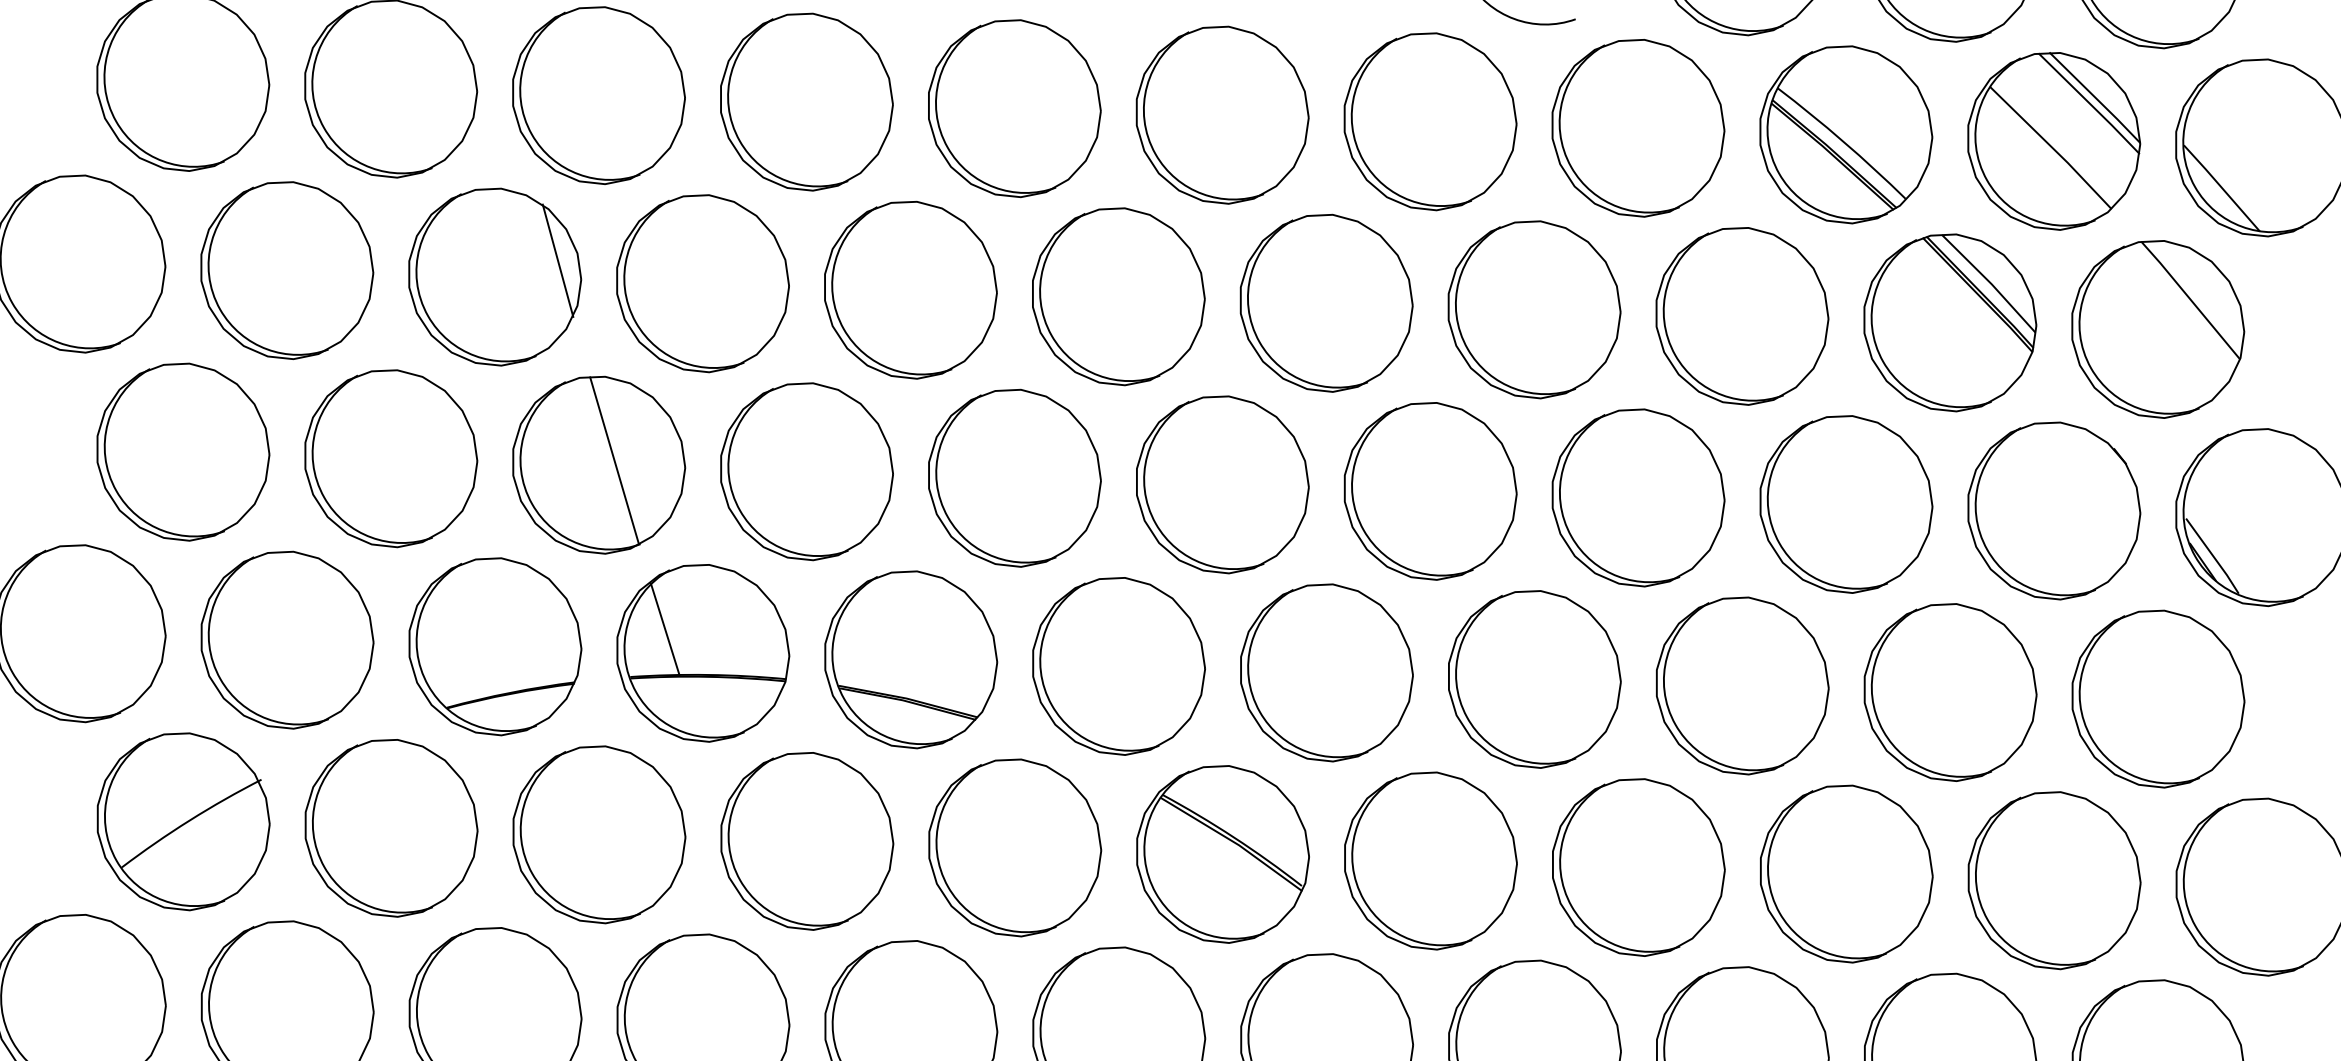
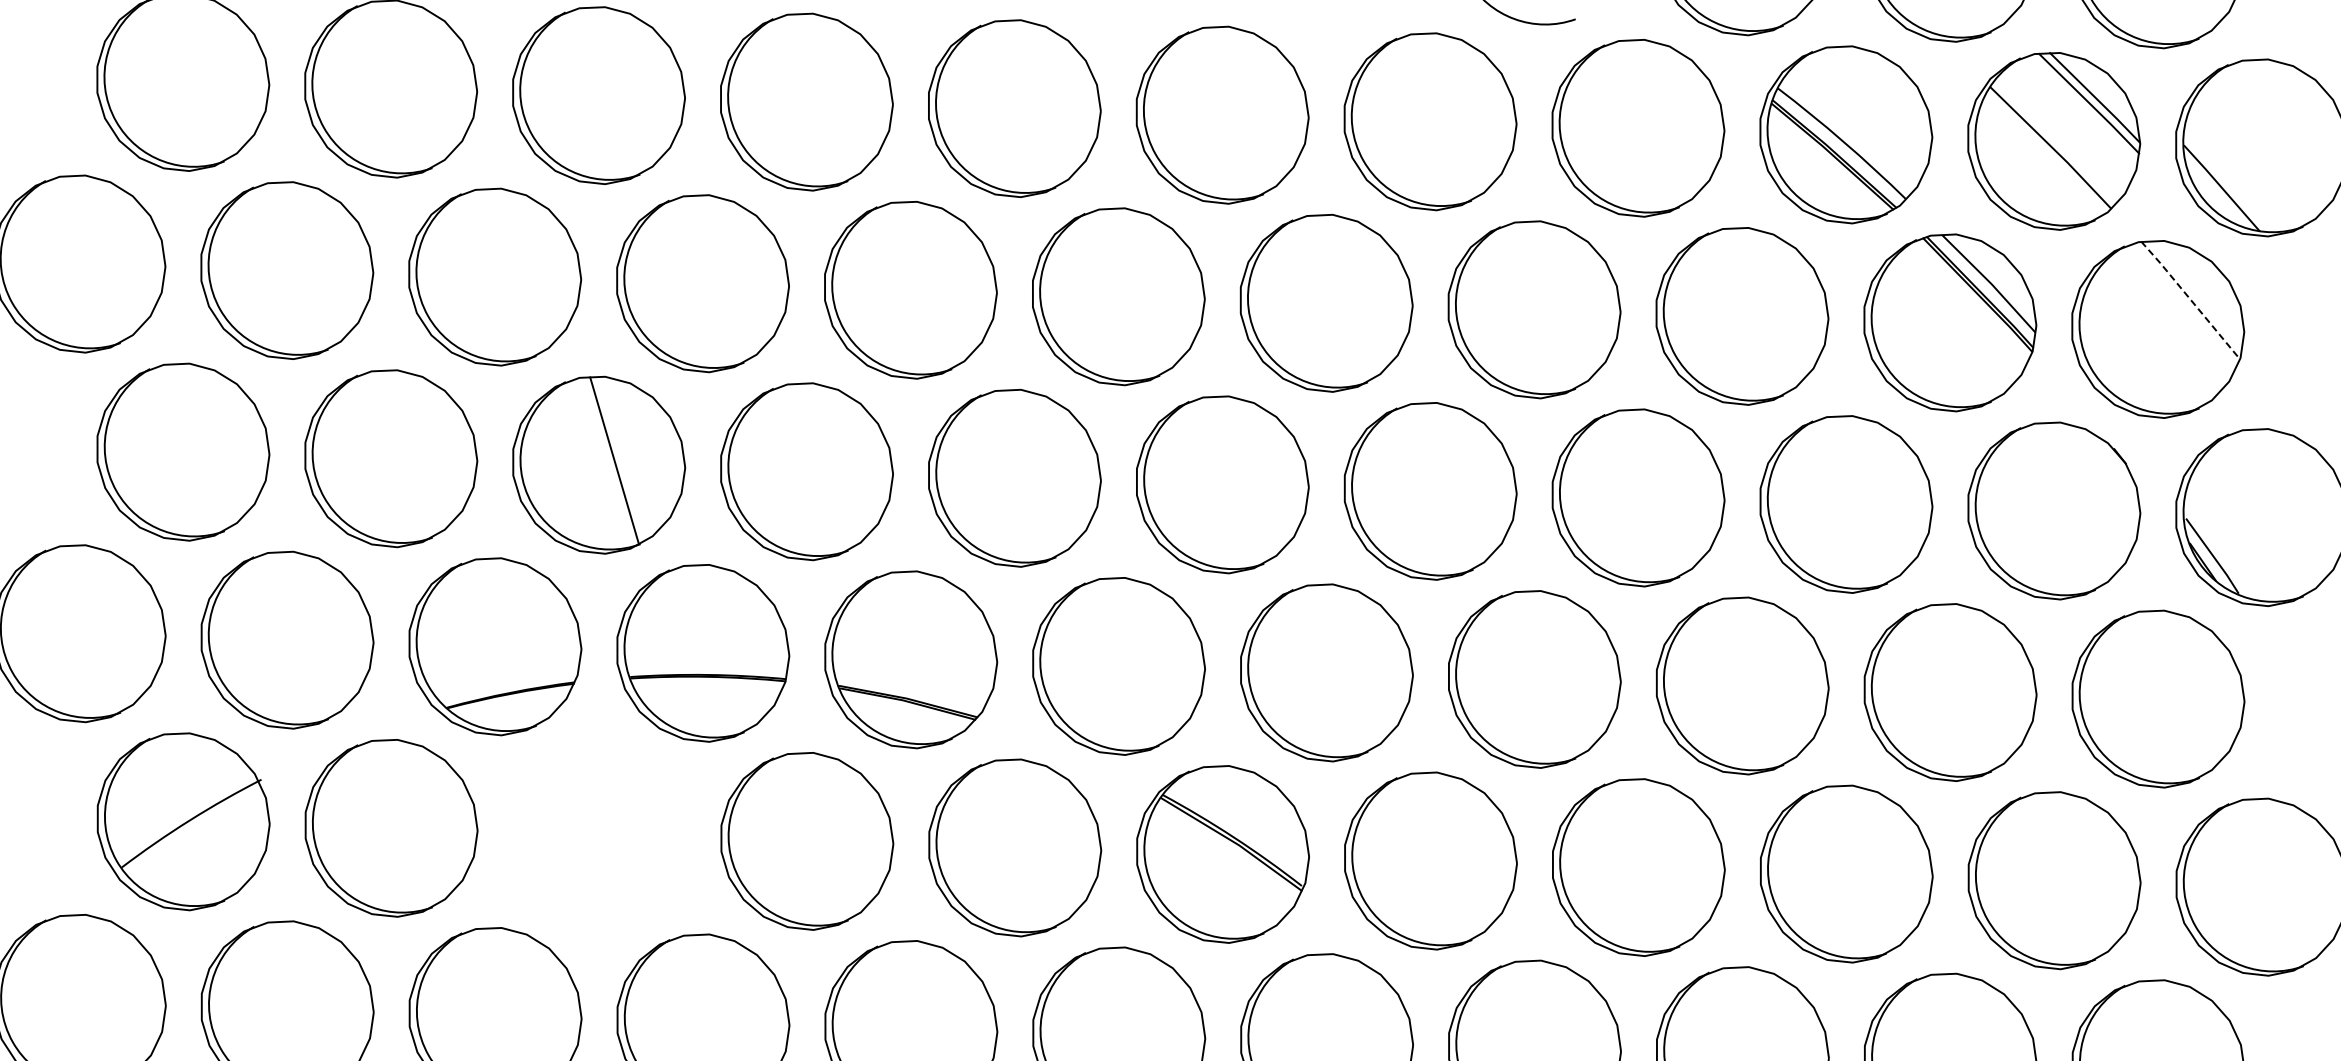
line at (557, 260): present -> none
line at (2190, 299): solid -> dashed
line at (665, 628): present -> none
part at (599, 834): present -> none
